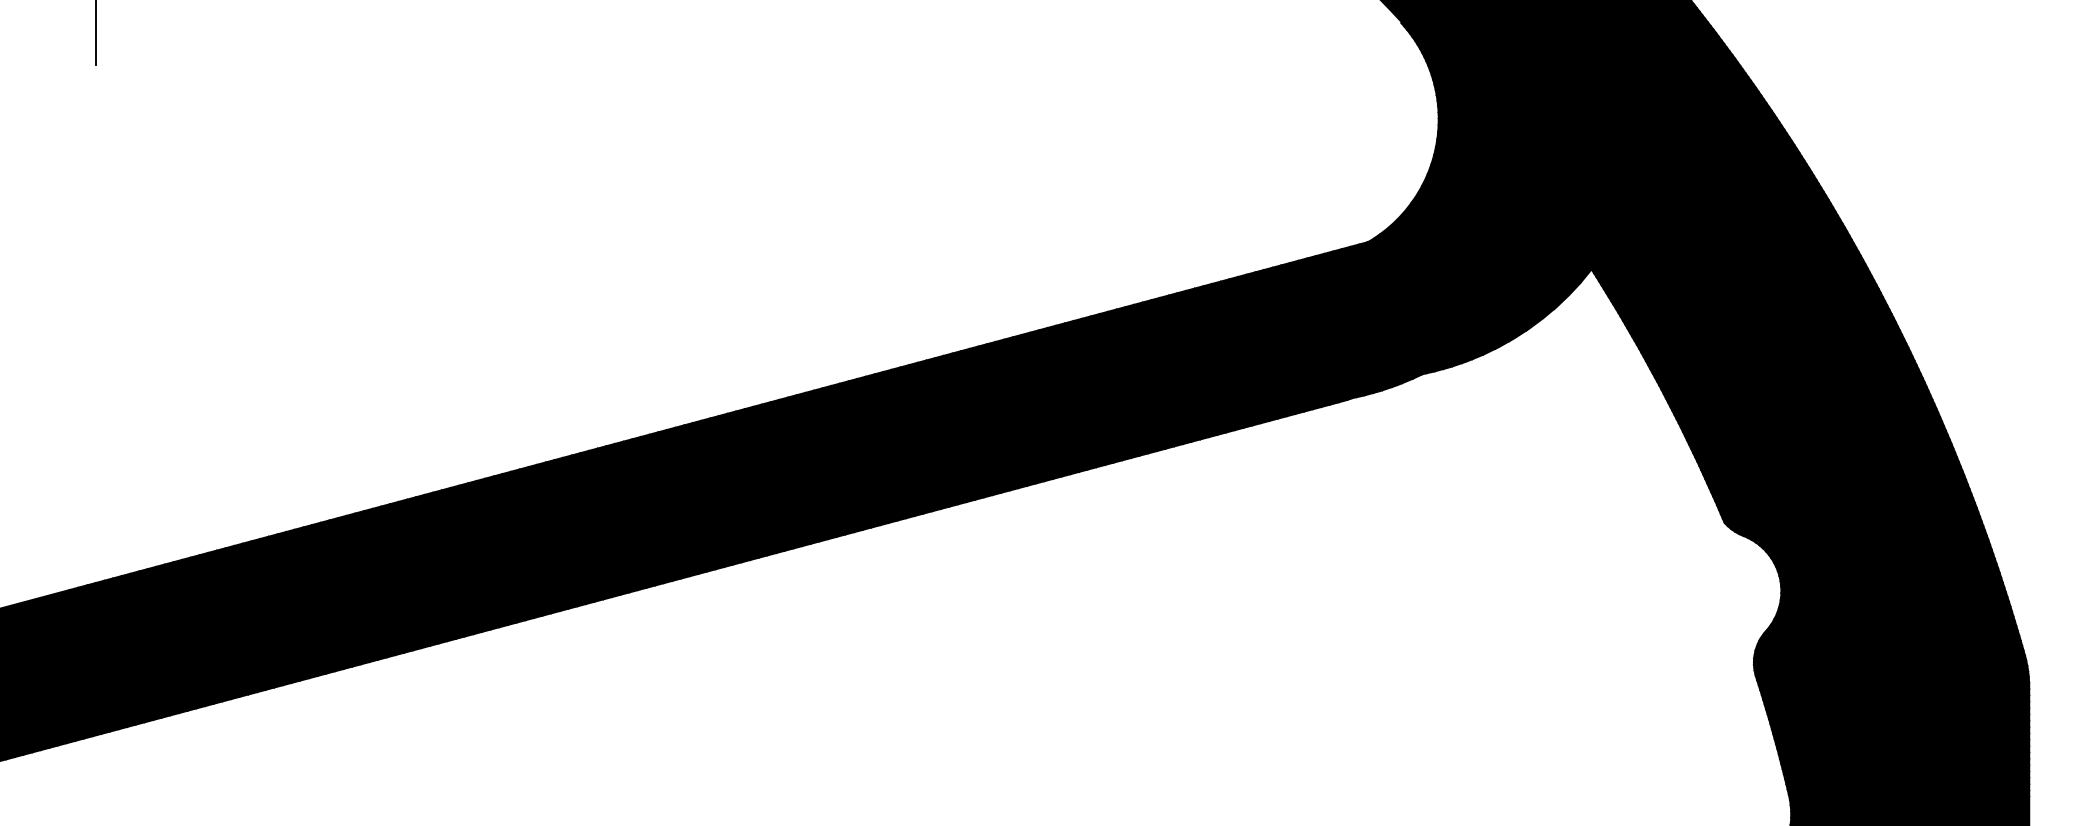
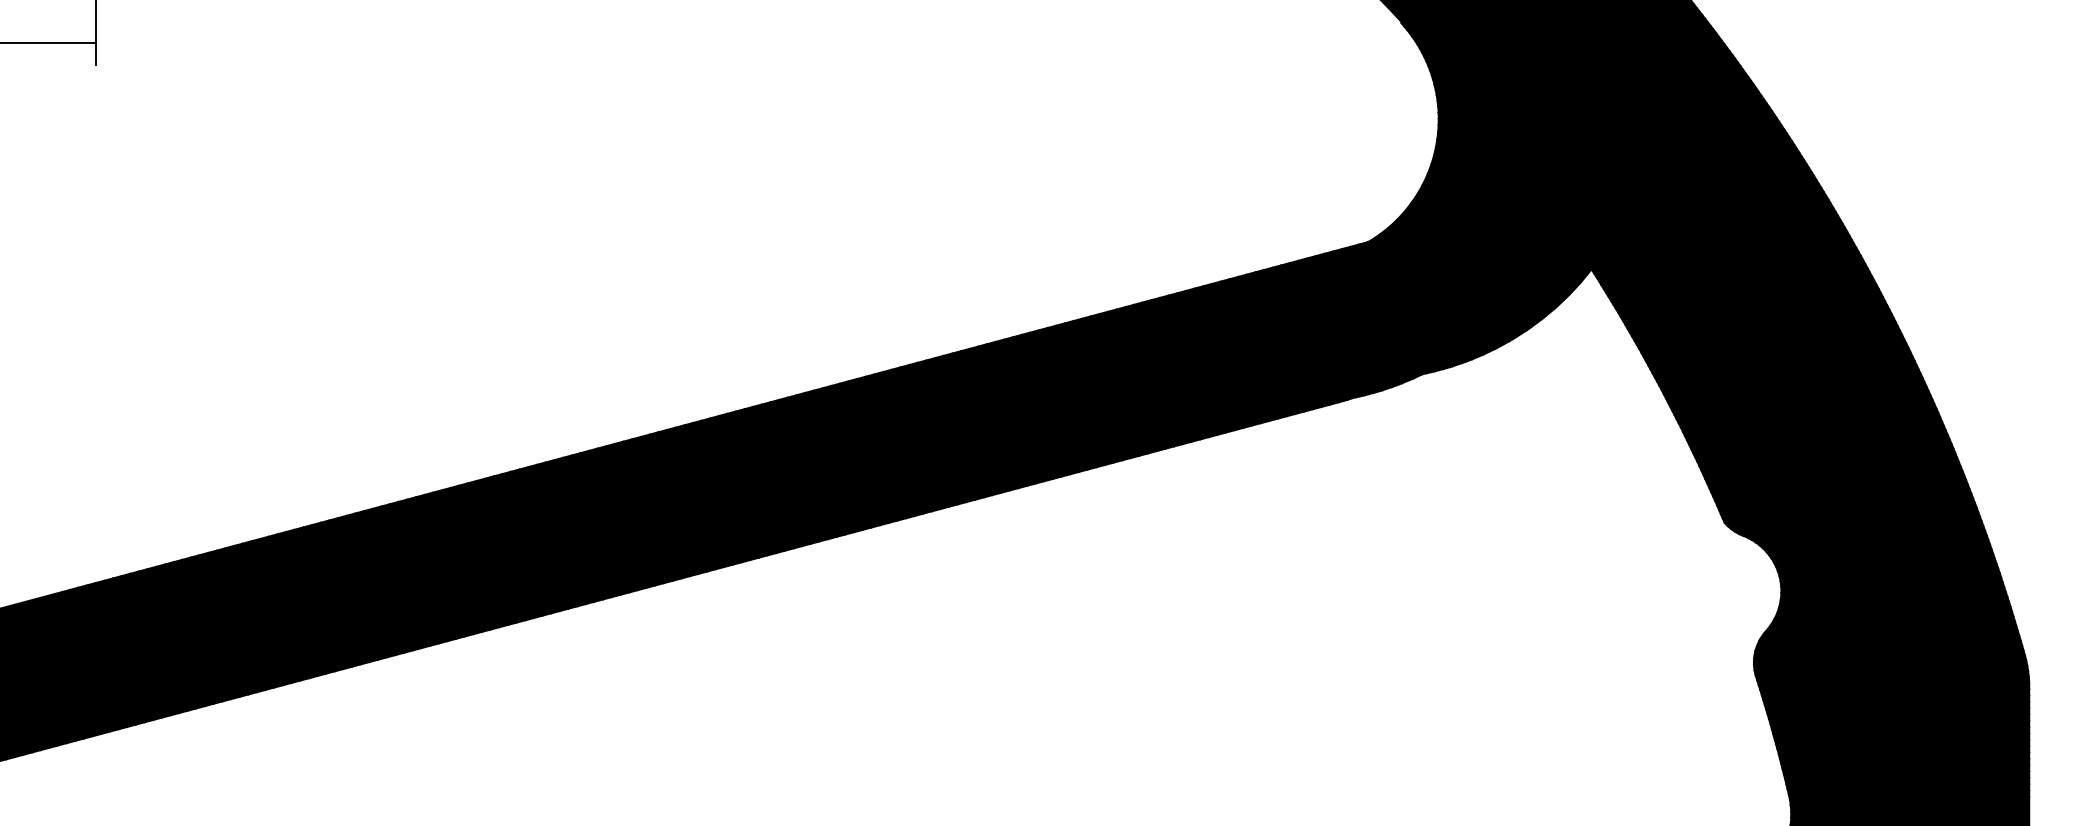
line at (49, 43): none -> present
